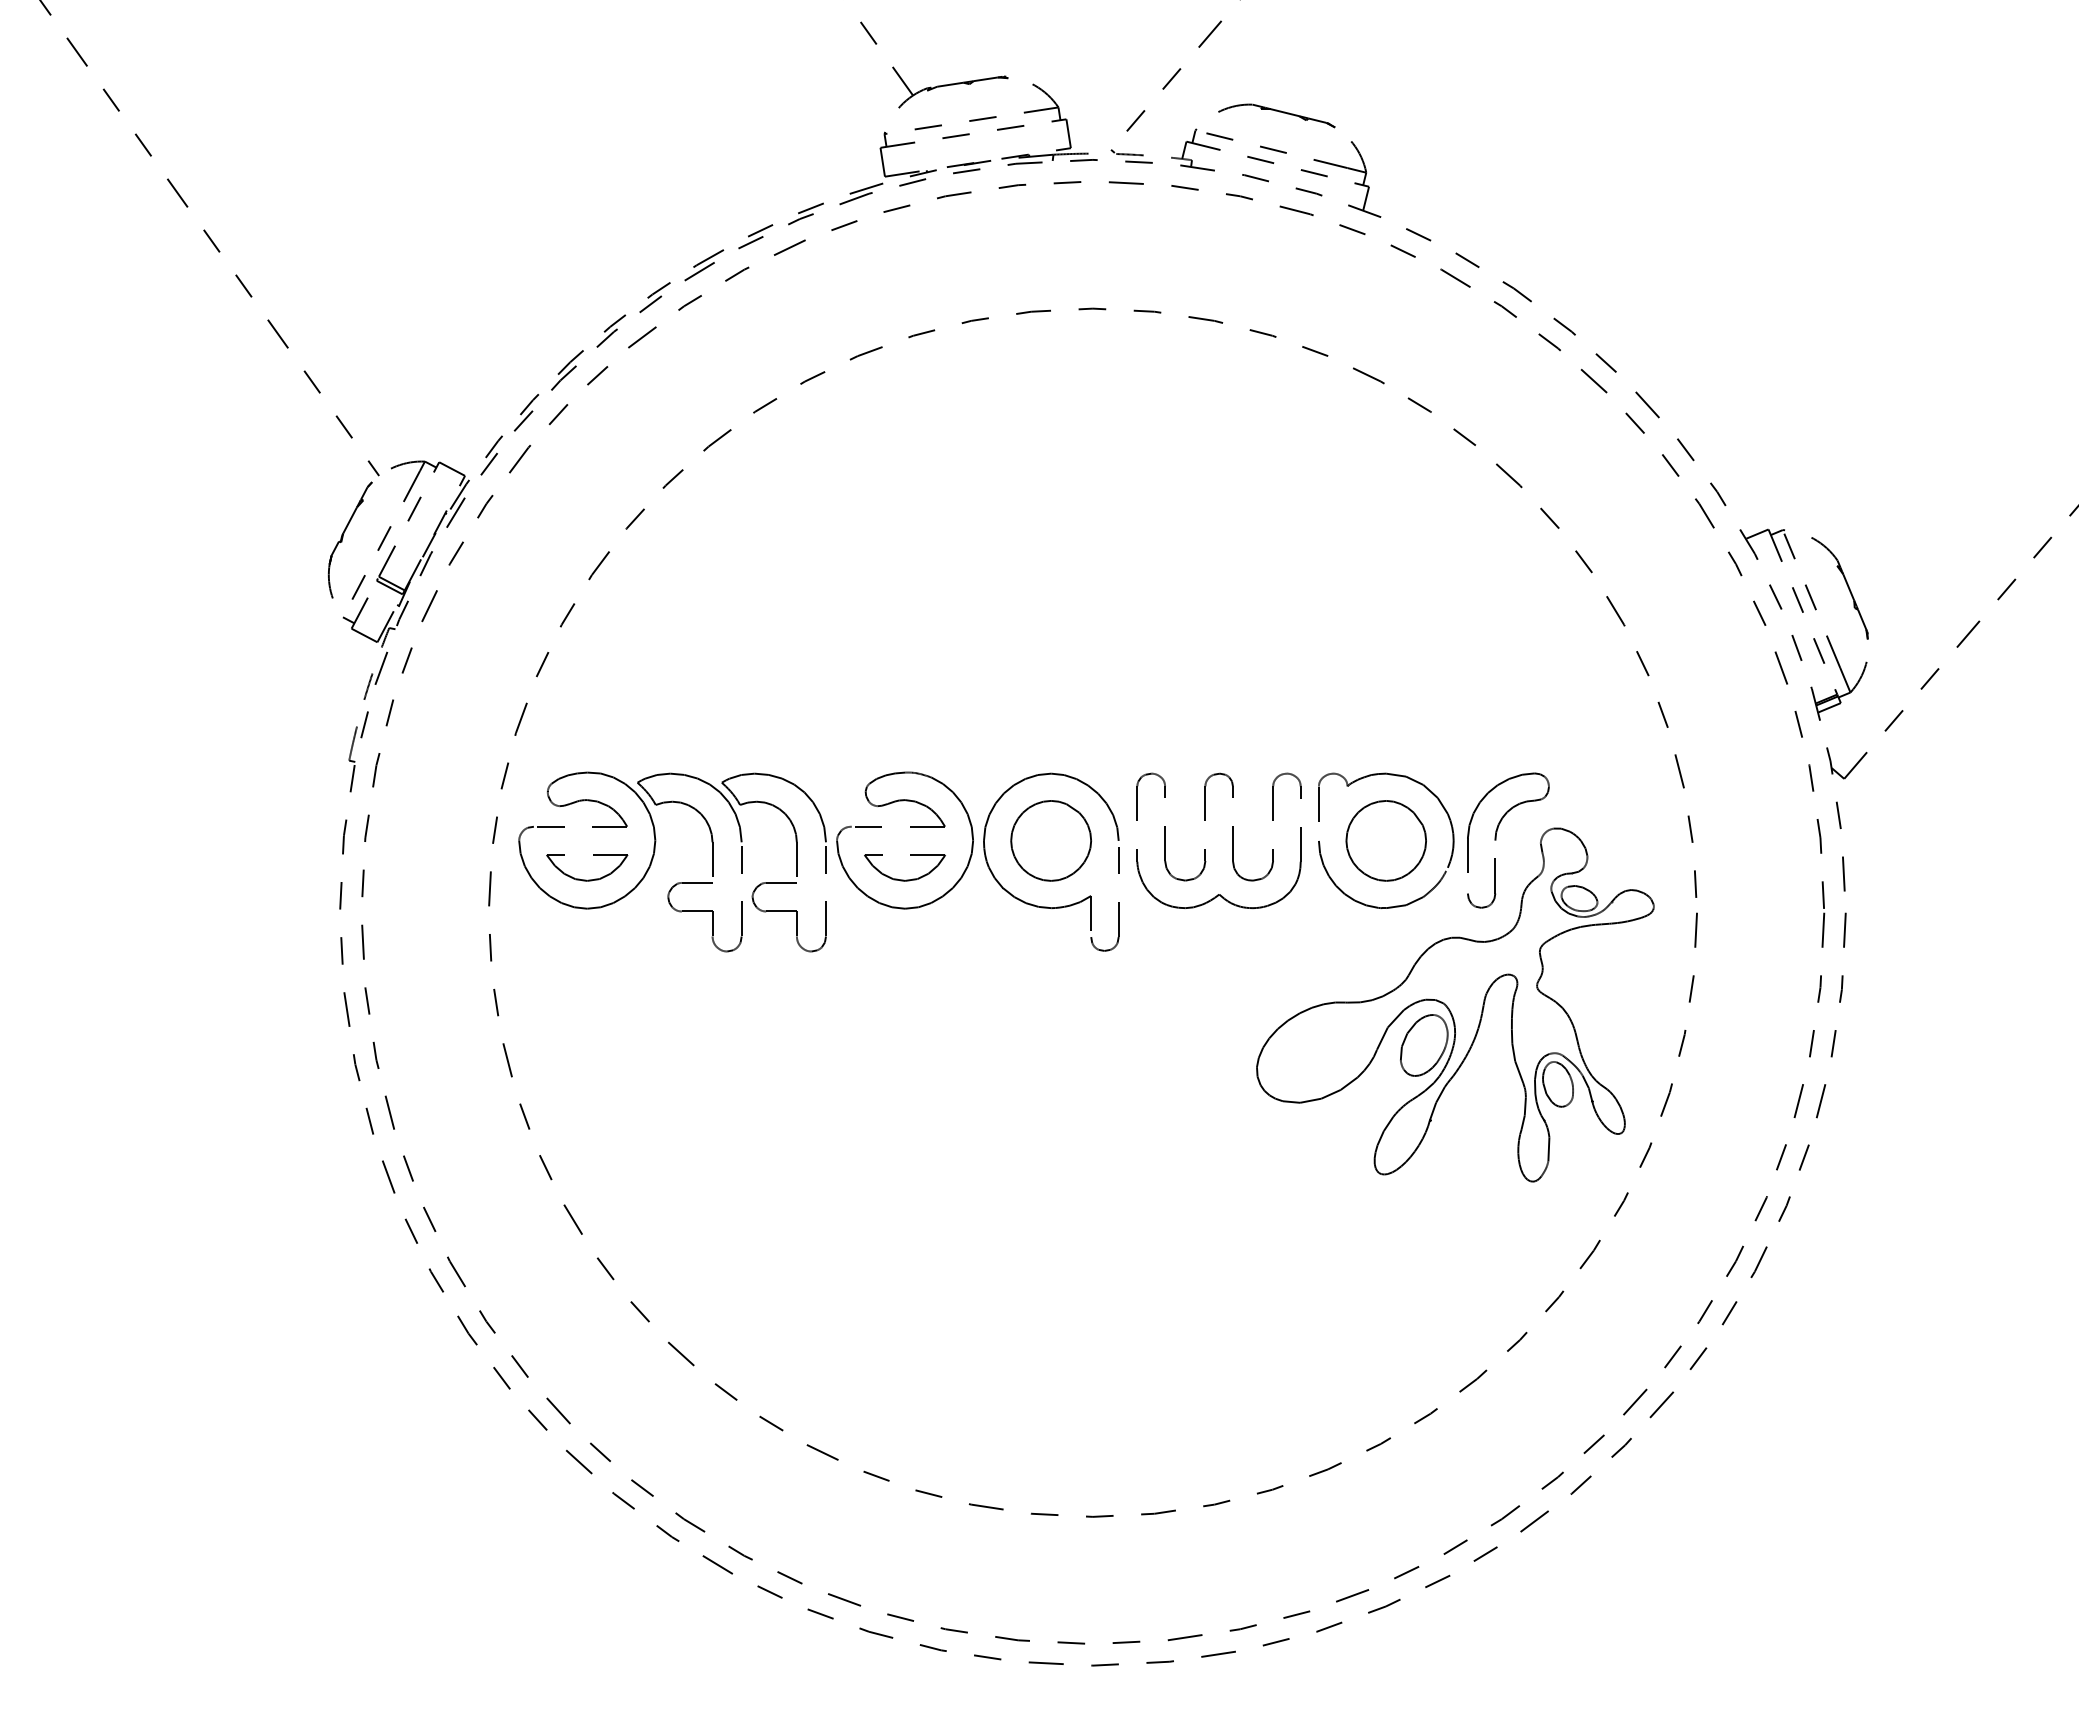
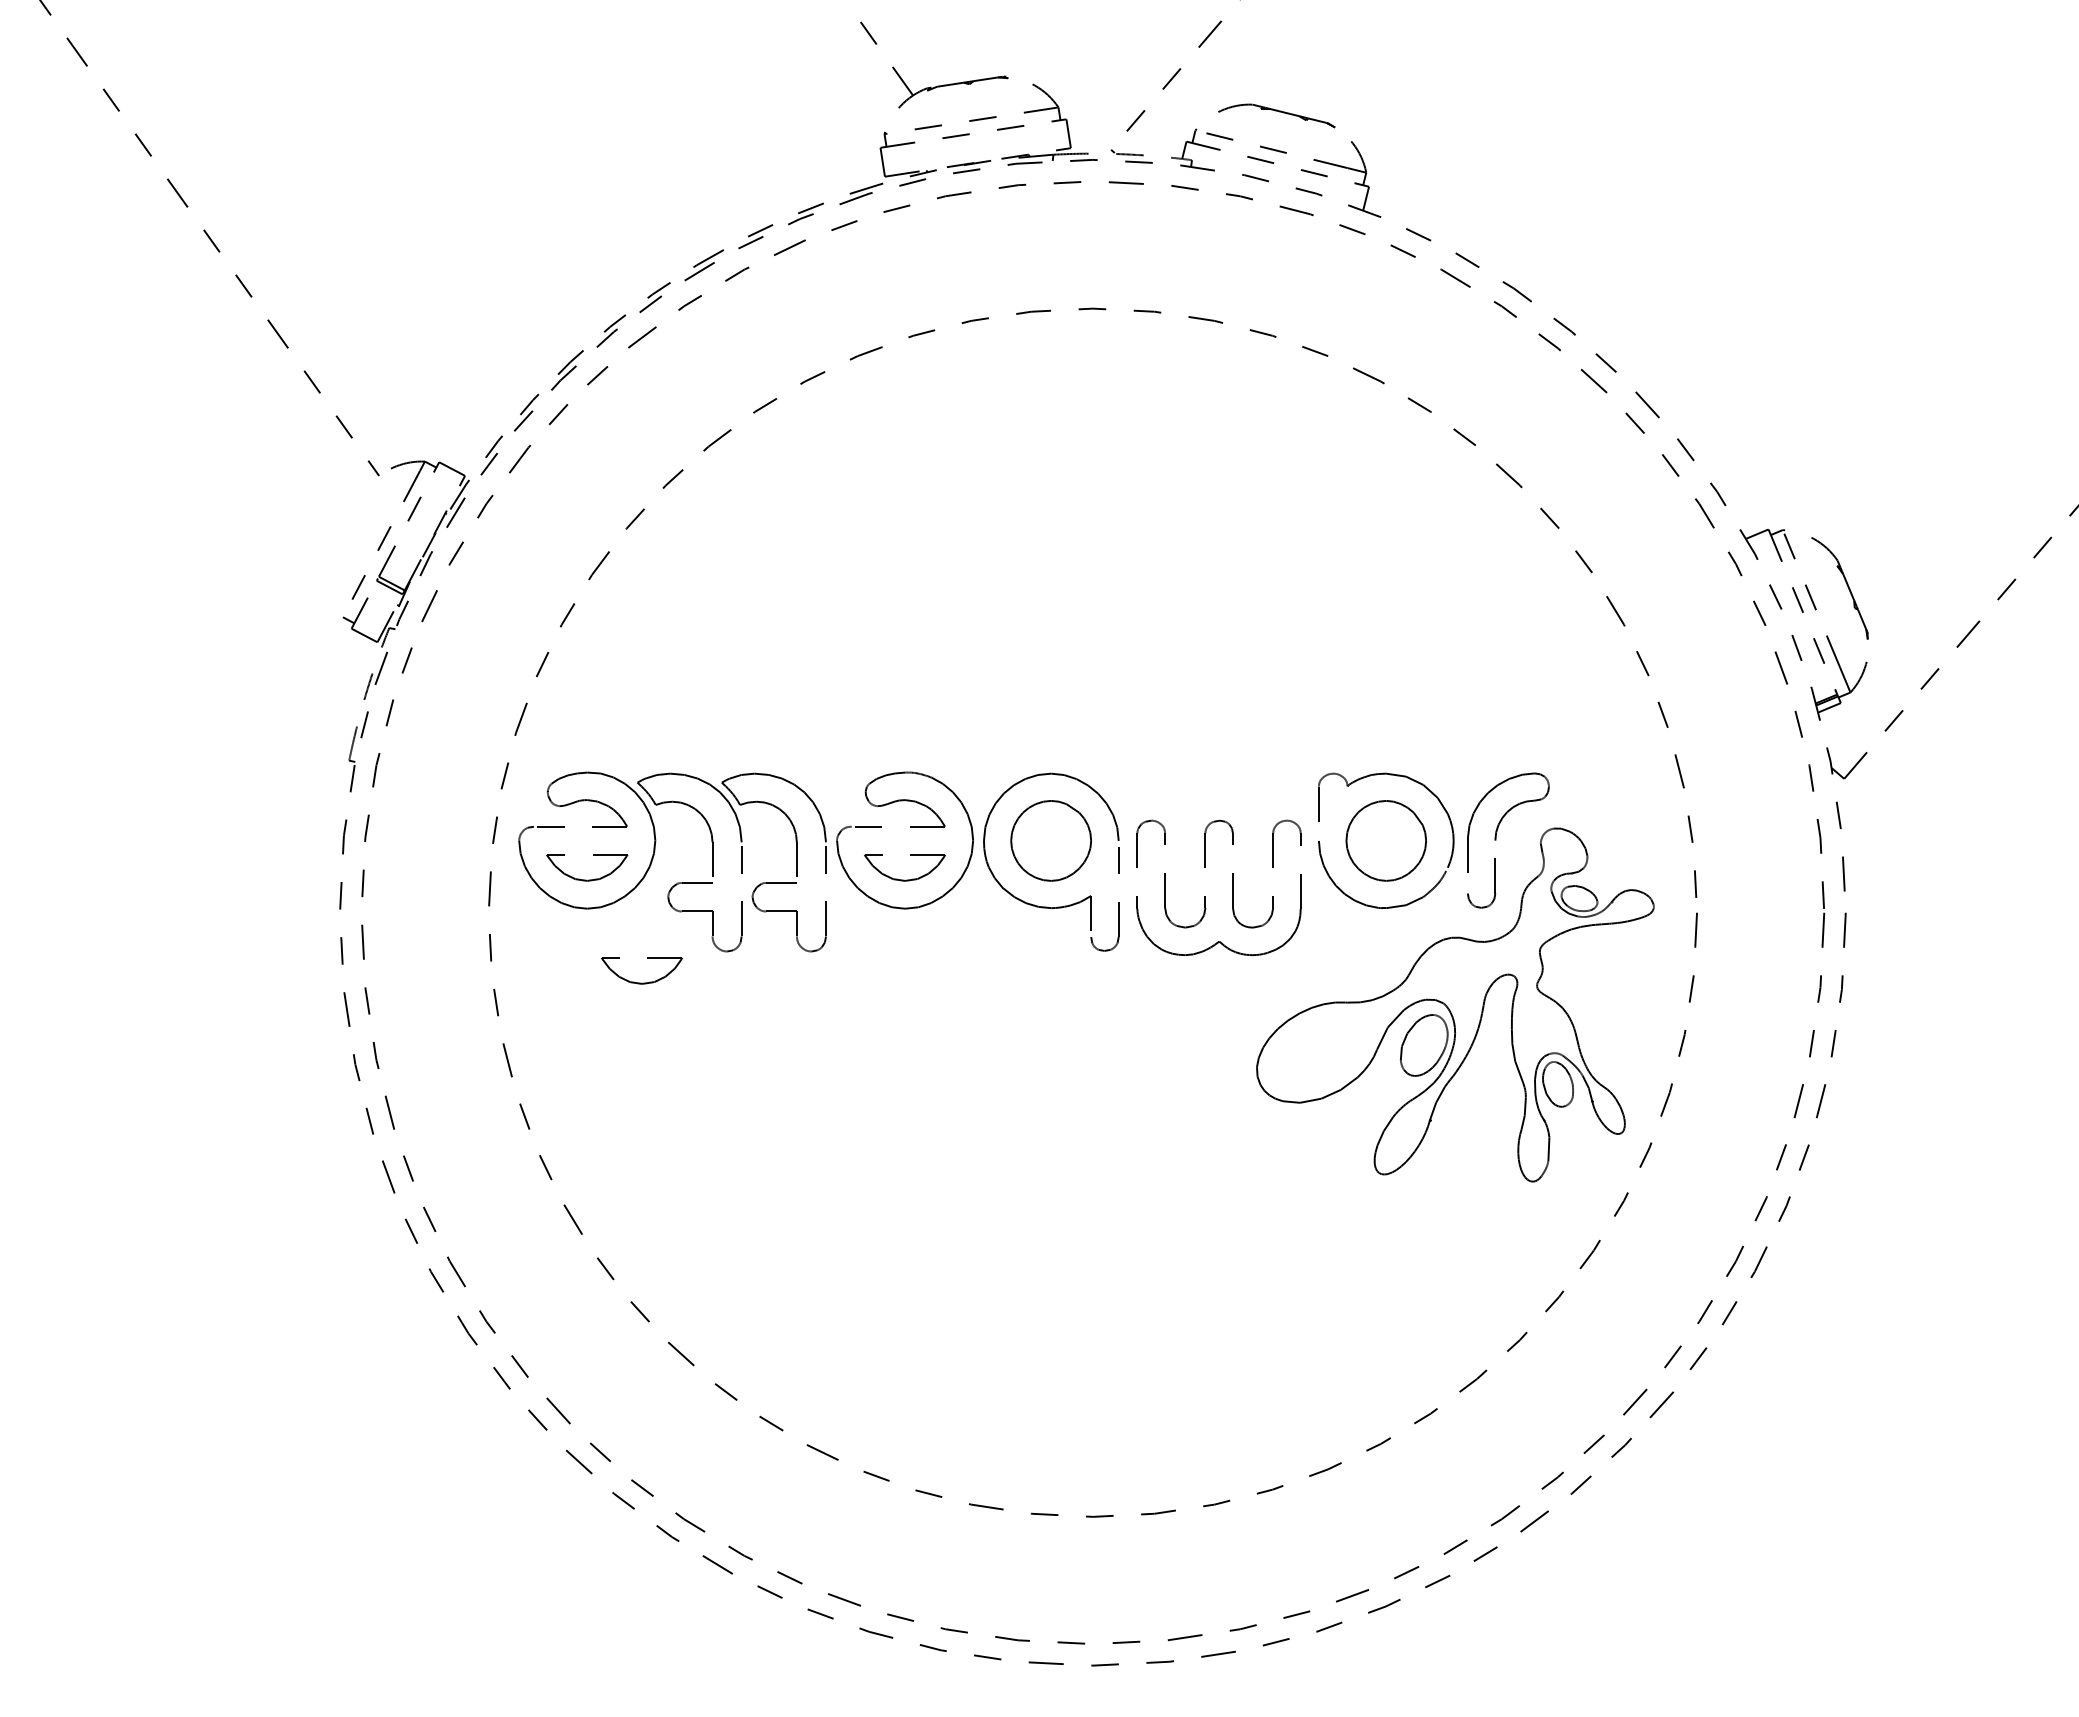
part at (343, 538): present -> none
part at (1232, 840) position: (1232, 840) -> (1232, 887)
part at (641, 982): none -> present
